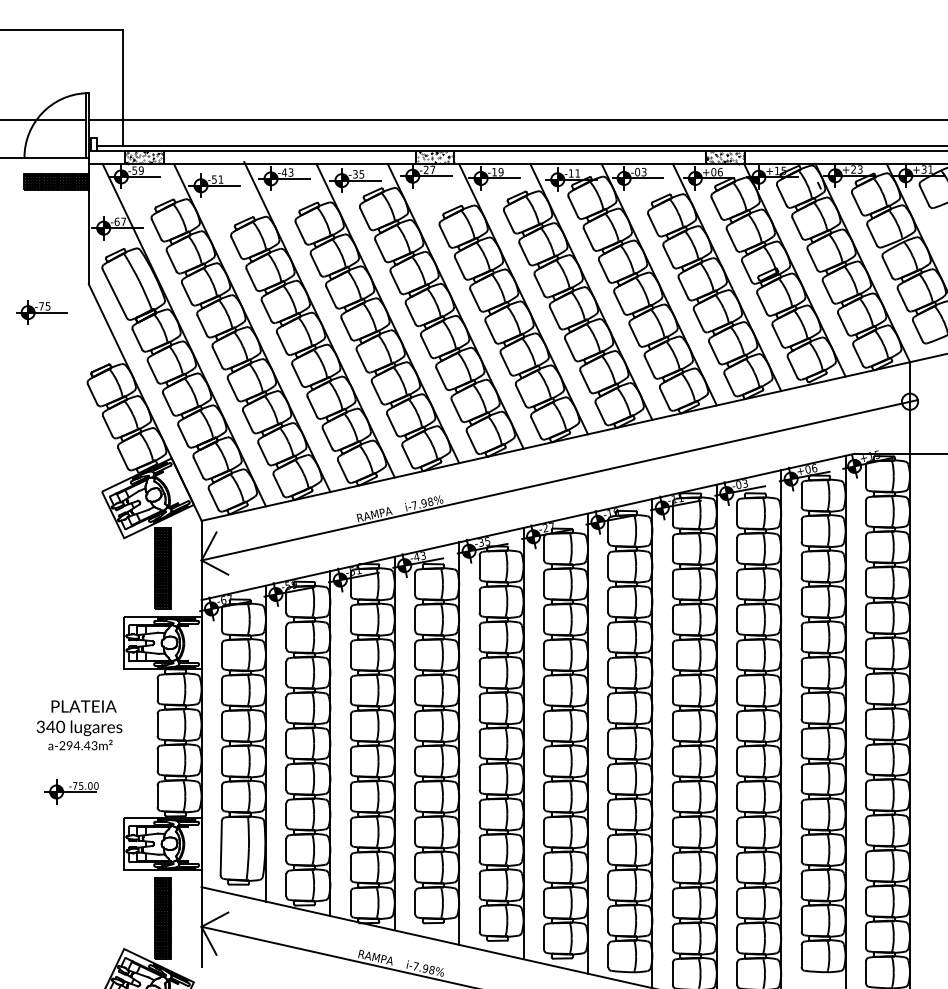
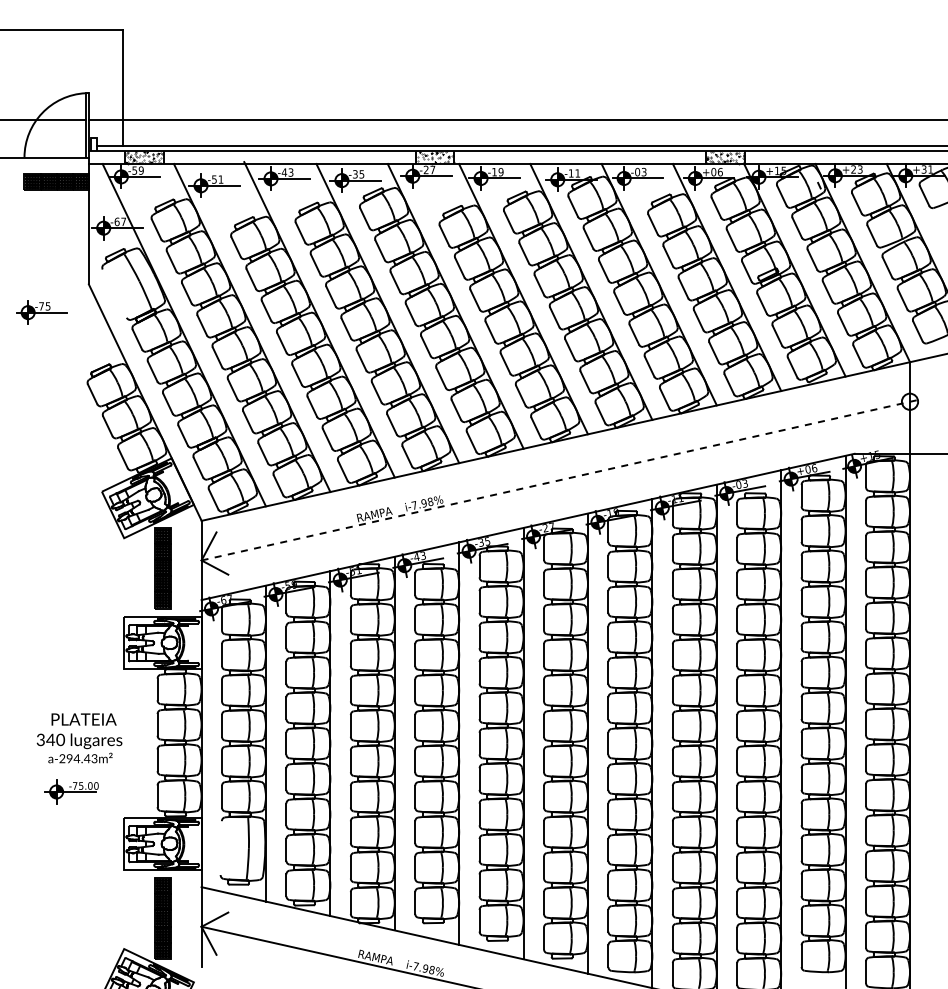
line at (114, 293): present -> none
line at (560, 480): solid -> dashed
text at (79, 725) position: (79, 725) -> (79, 738)
line at (220, 848): present -> none
